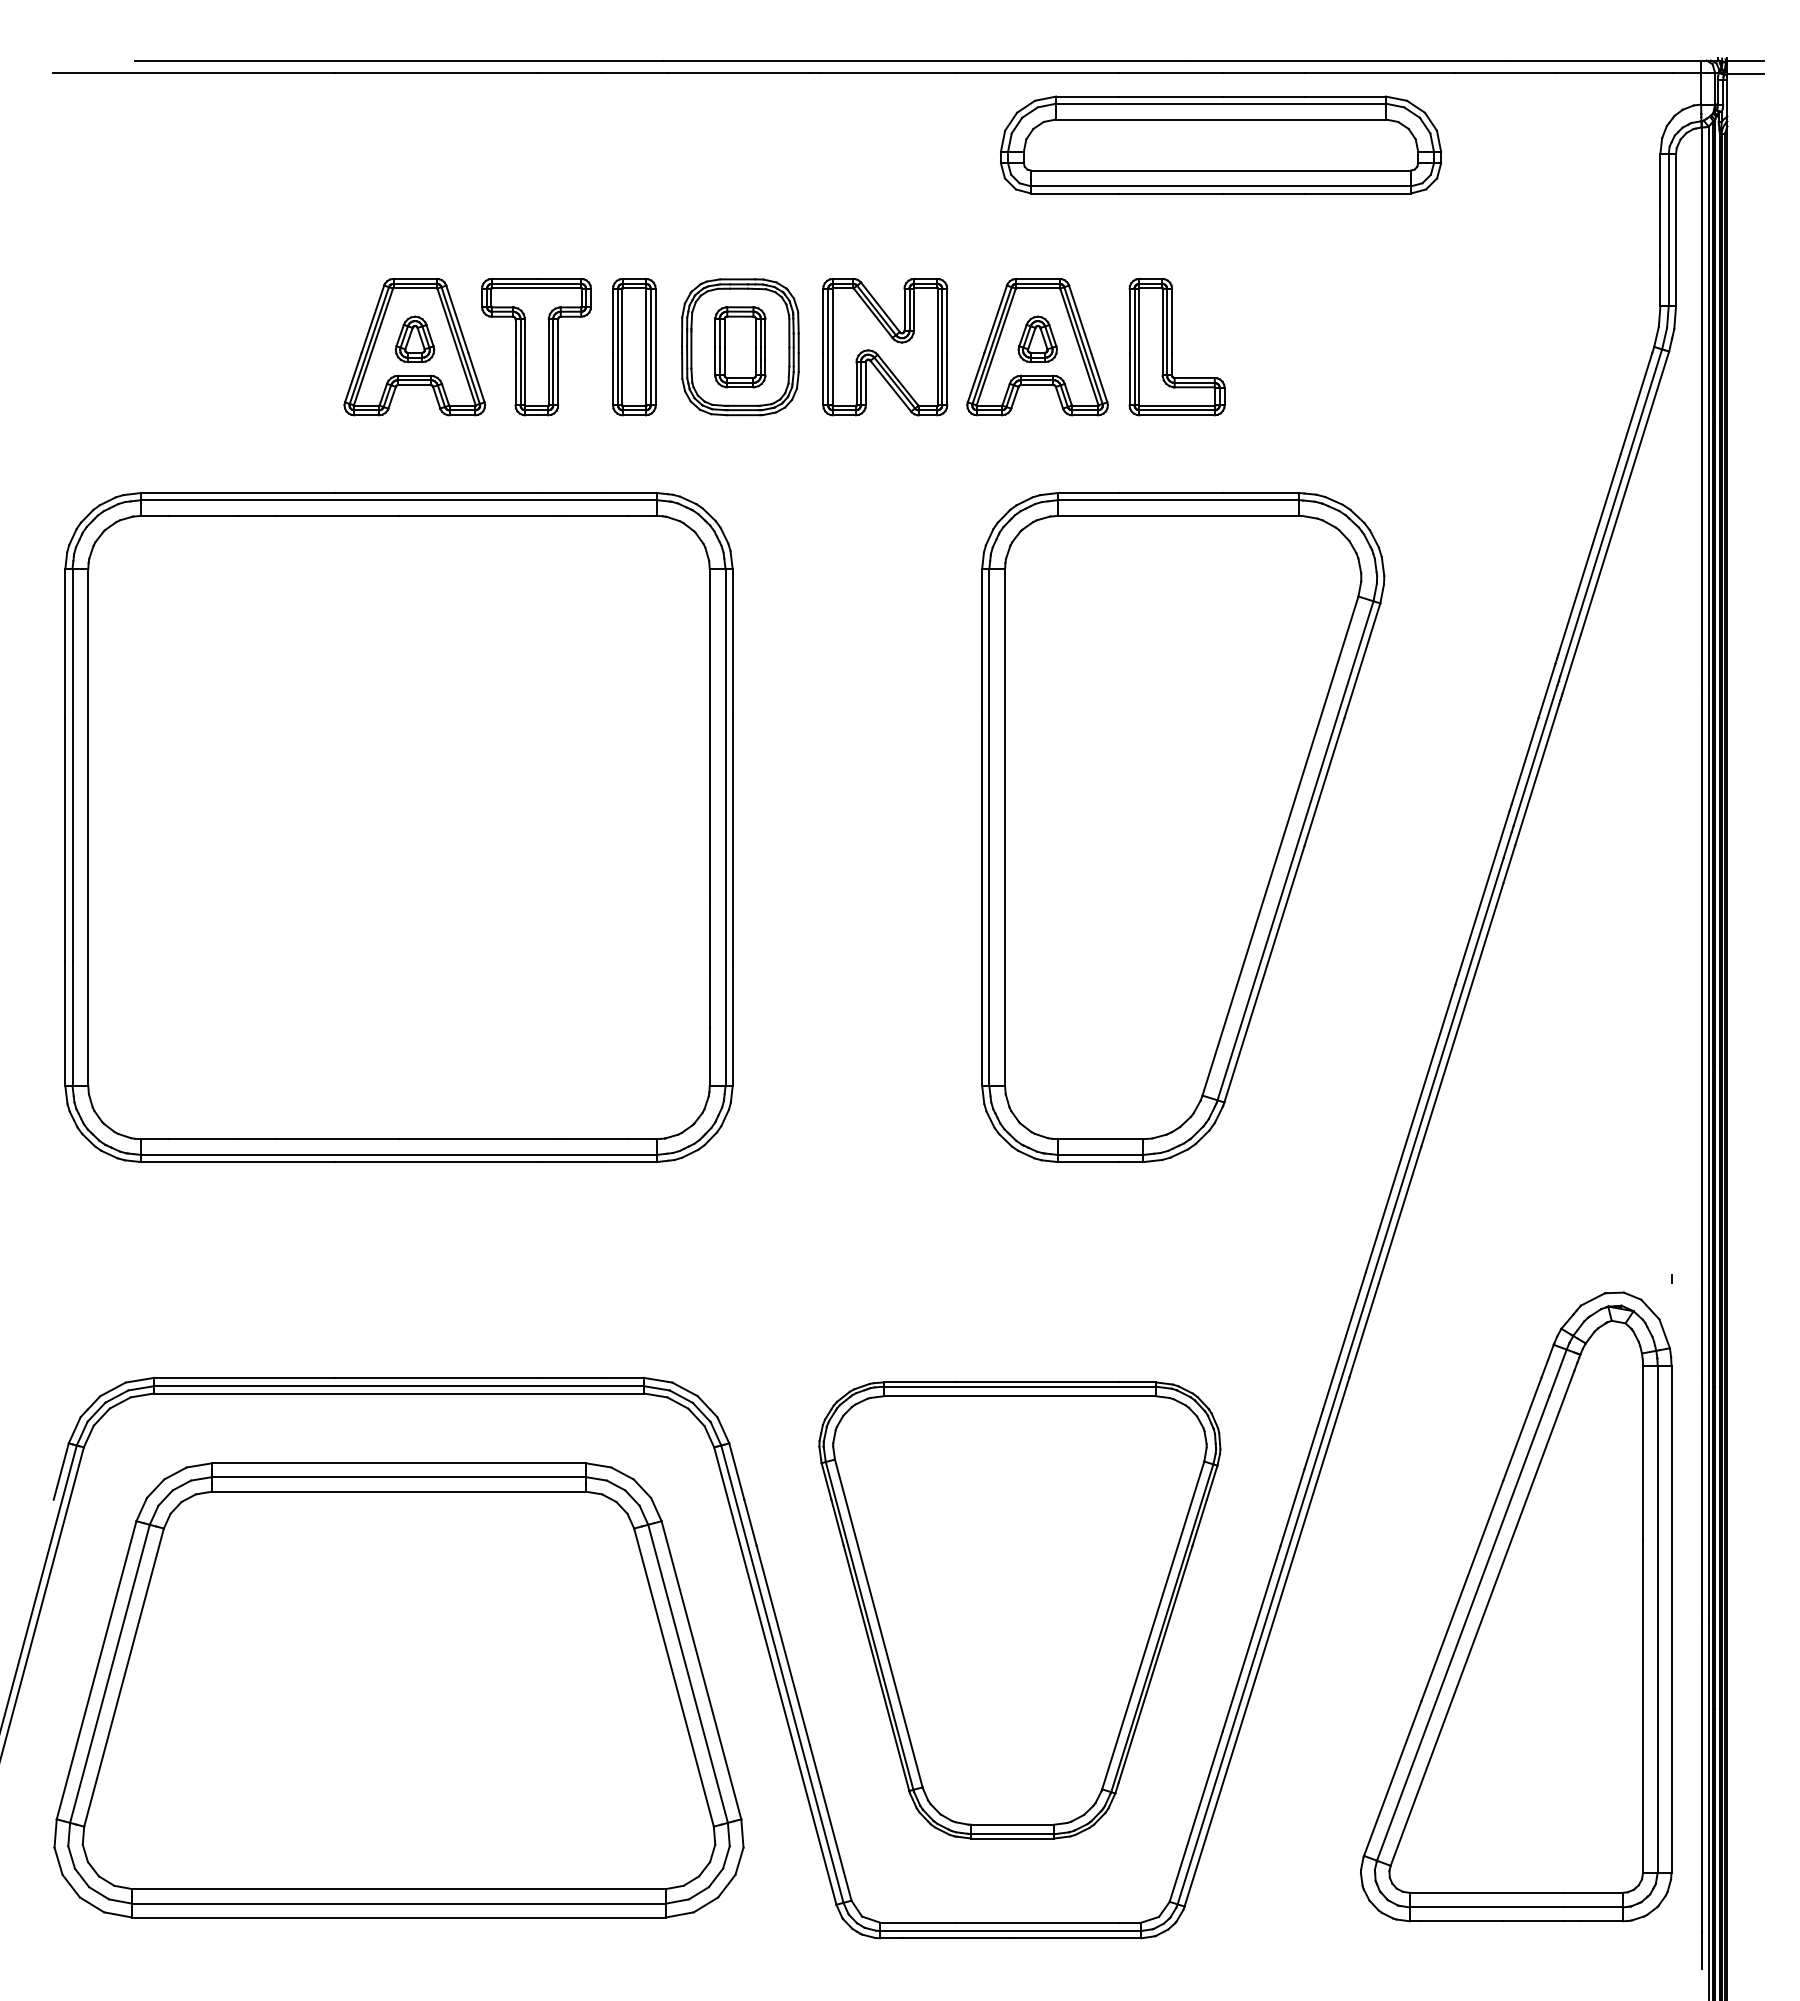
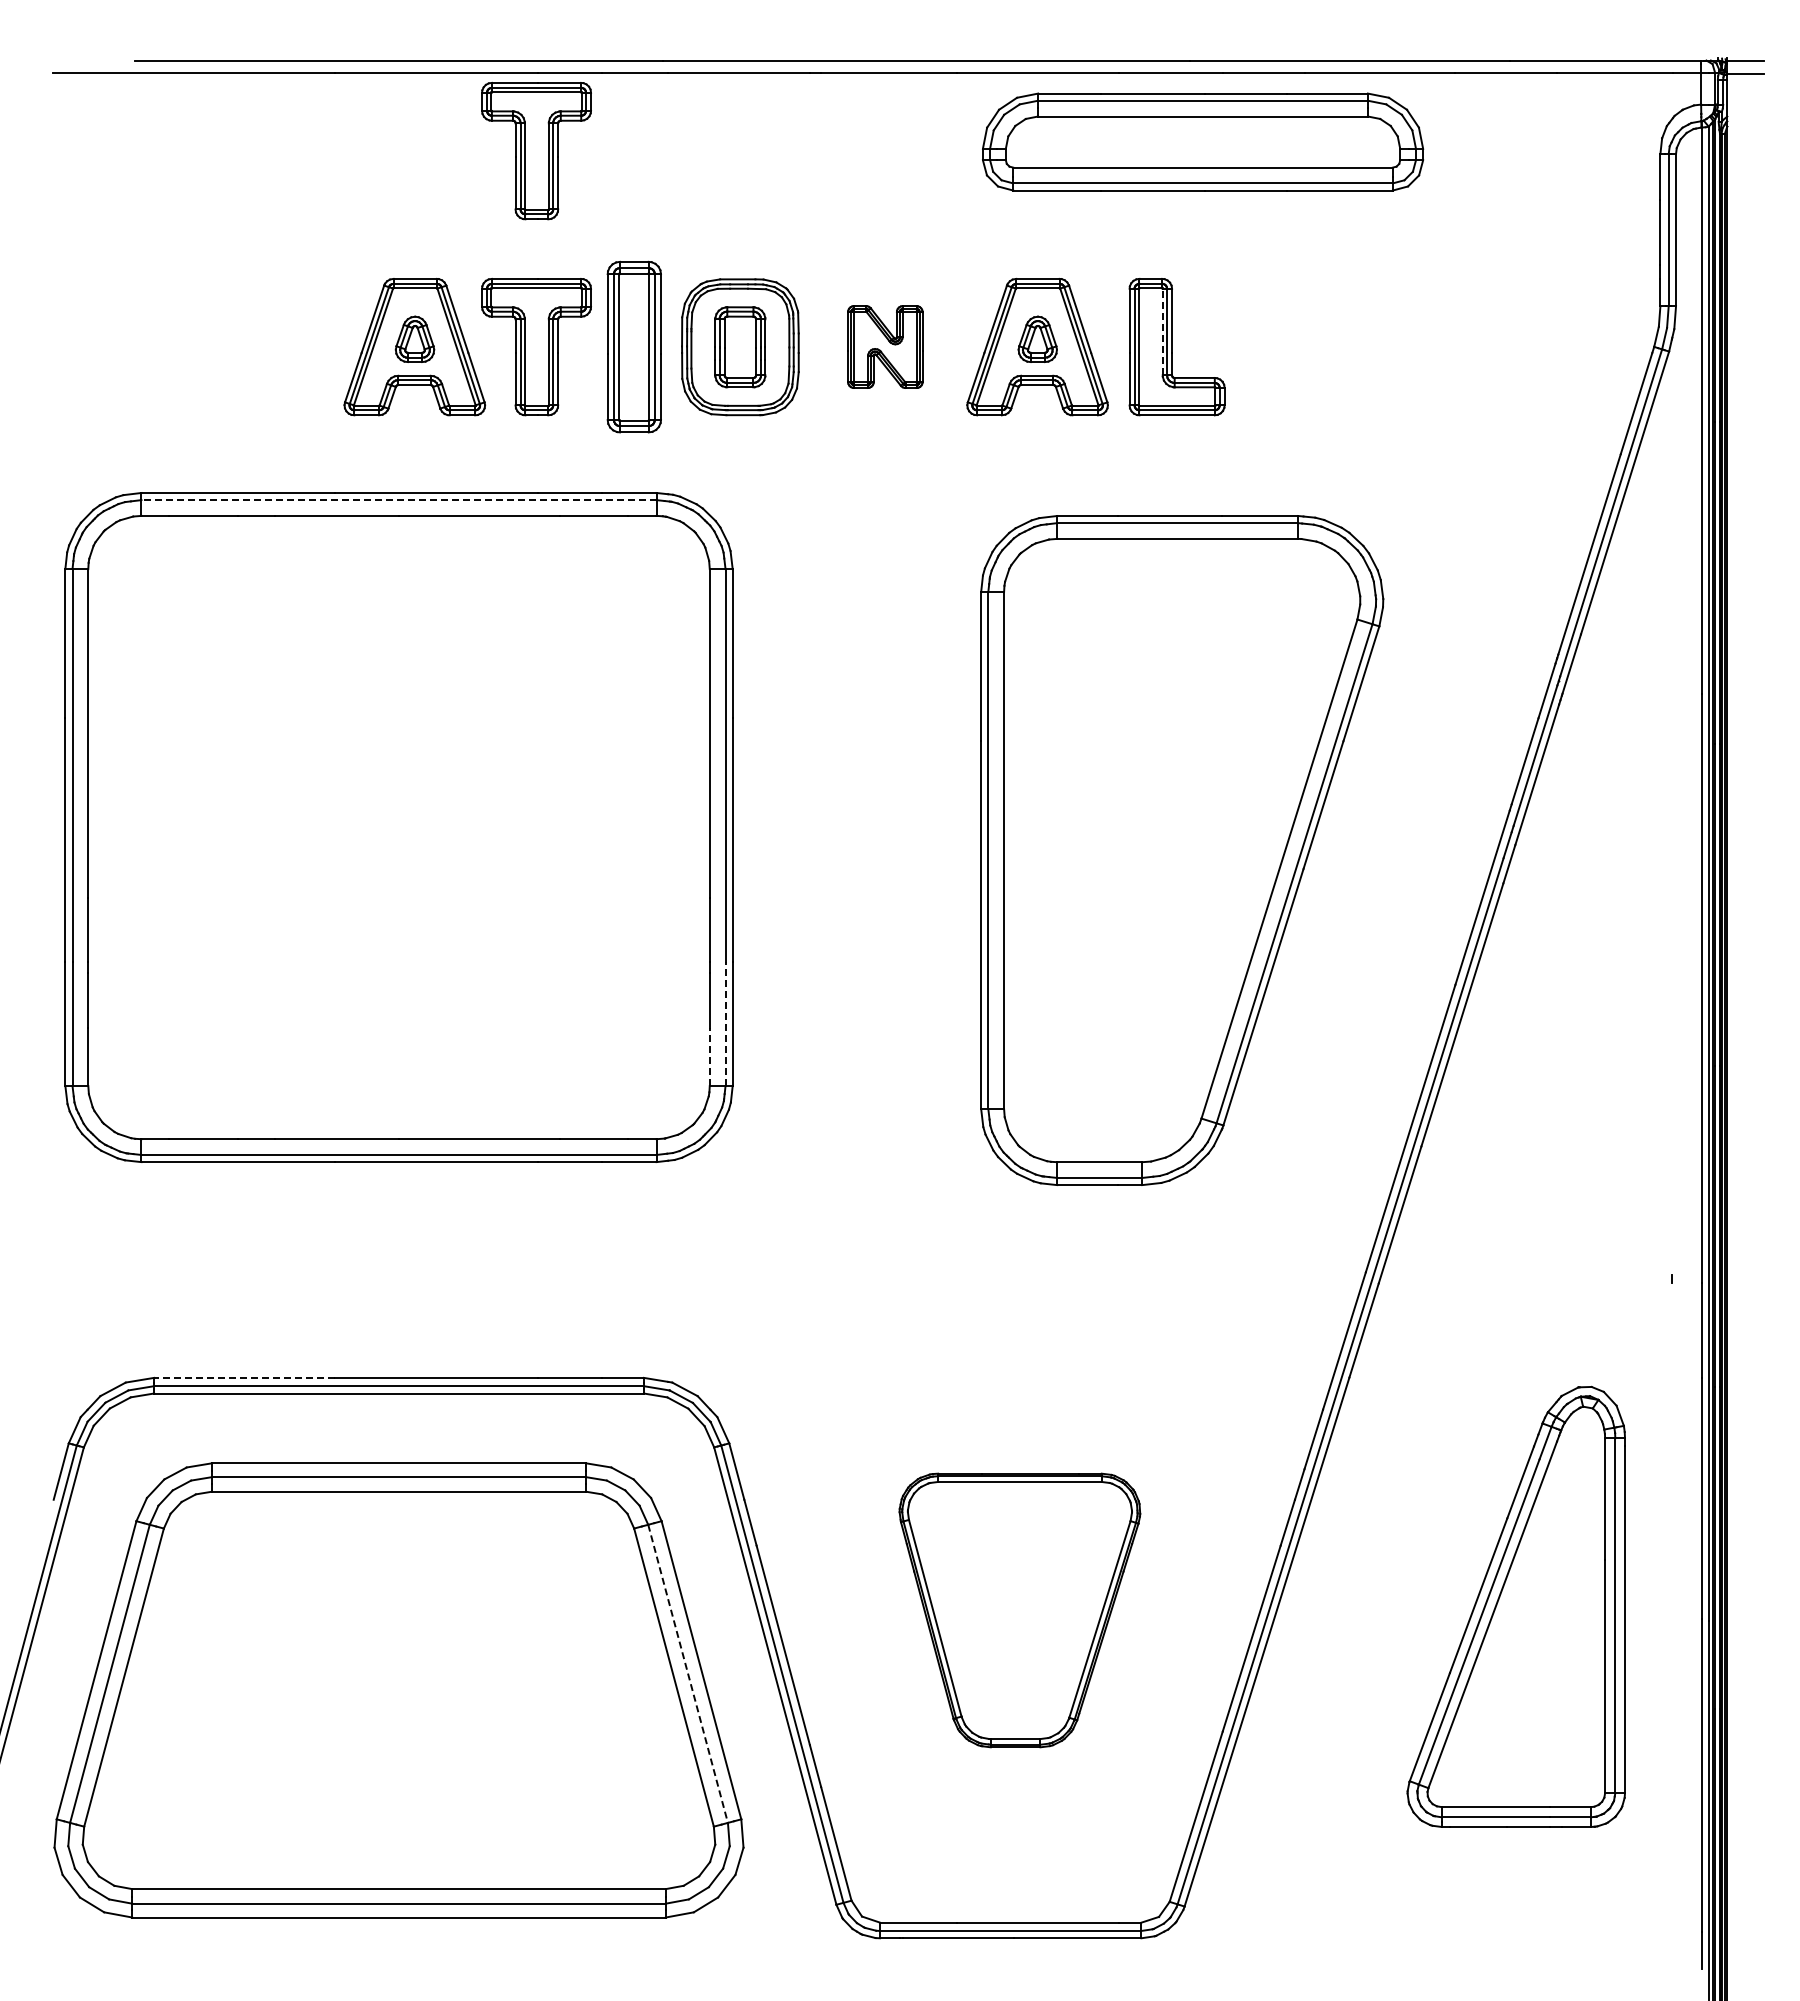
part at (1221, 144) position: (1221, 144) -> (1203, 141)
part at (536, 151): none -> present
line at (1162, 331): solid -> dashed
part at (634, 346) size: 45x140 px -> 56x174 px
part at (885, 346) size: 127x140 px -> 77x84 px
line at (399, 500): solid -> dashed
part at (1183, 827) position: (1183, 827) -> (1182, 850)
line at (725, 1024): solid -> dashed
line at (709, 1057): solid -> dashed
line at (244, 1377): solid -> dashed
part at (1516, 1606) size: 313x632 px -> 220x443 px
part at (1019, 1610) size: 404x459 px -> 244x277 px
line at (688, 1674): solid -> dashed
